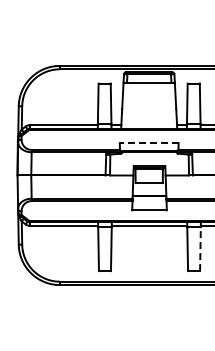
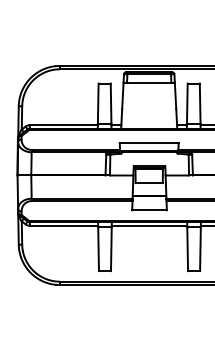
line at (148, 143): dashed -> solid
line at (200, 249): dashed -> solid
